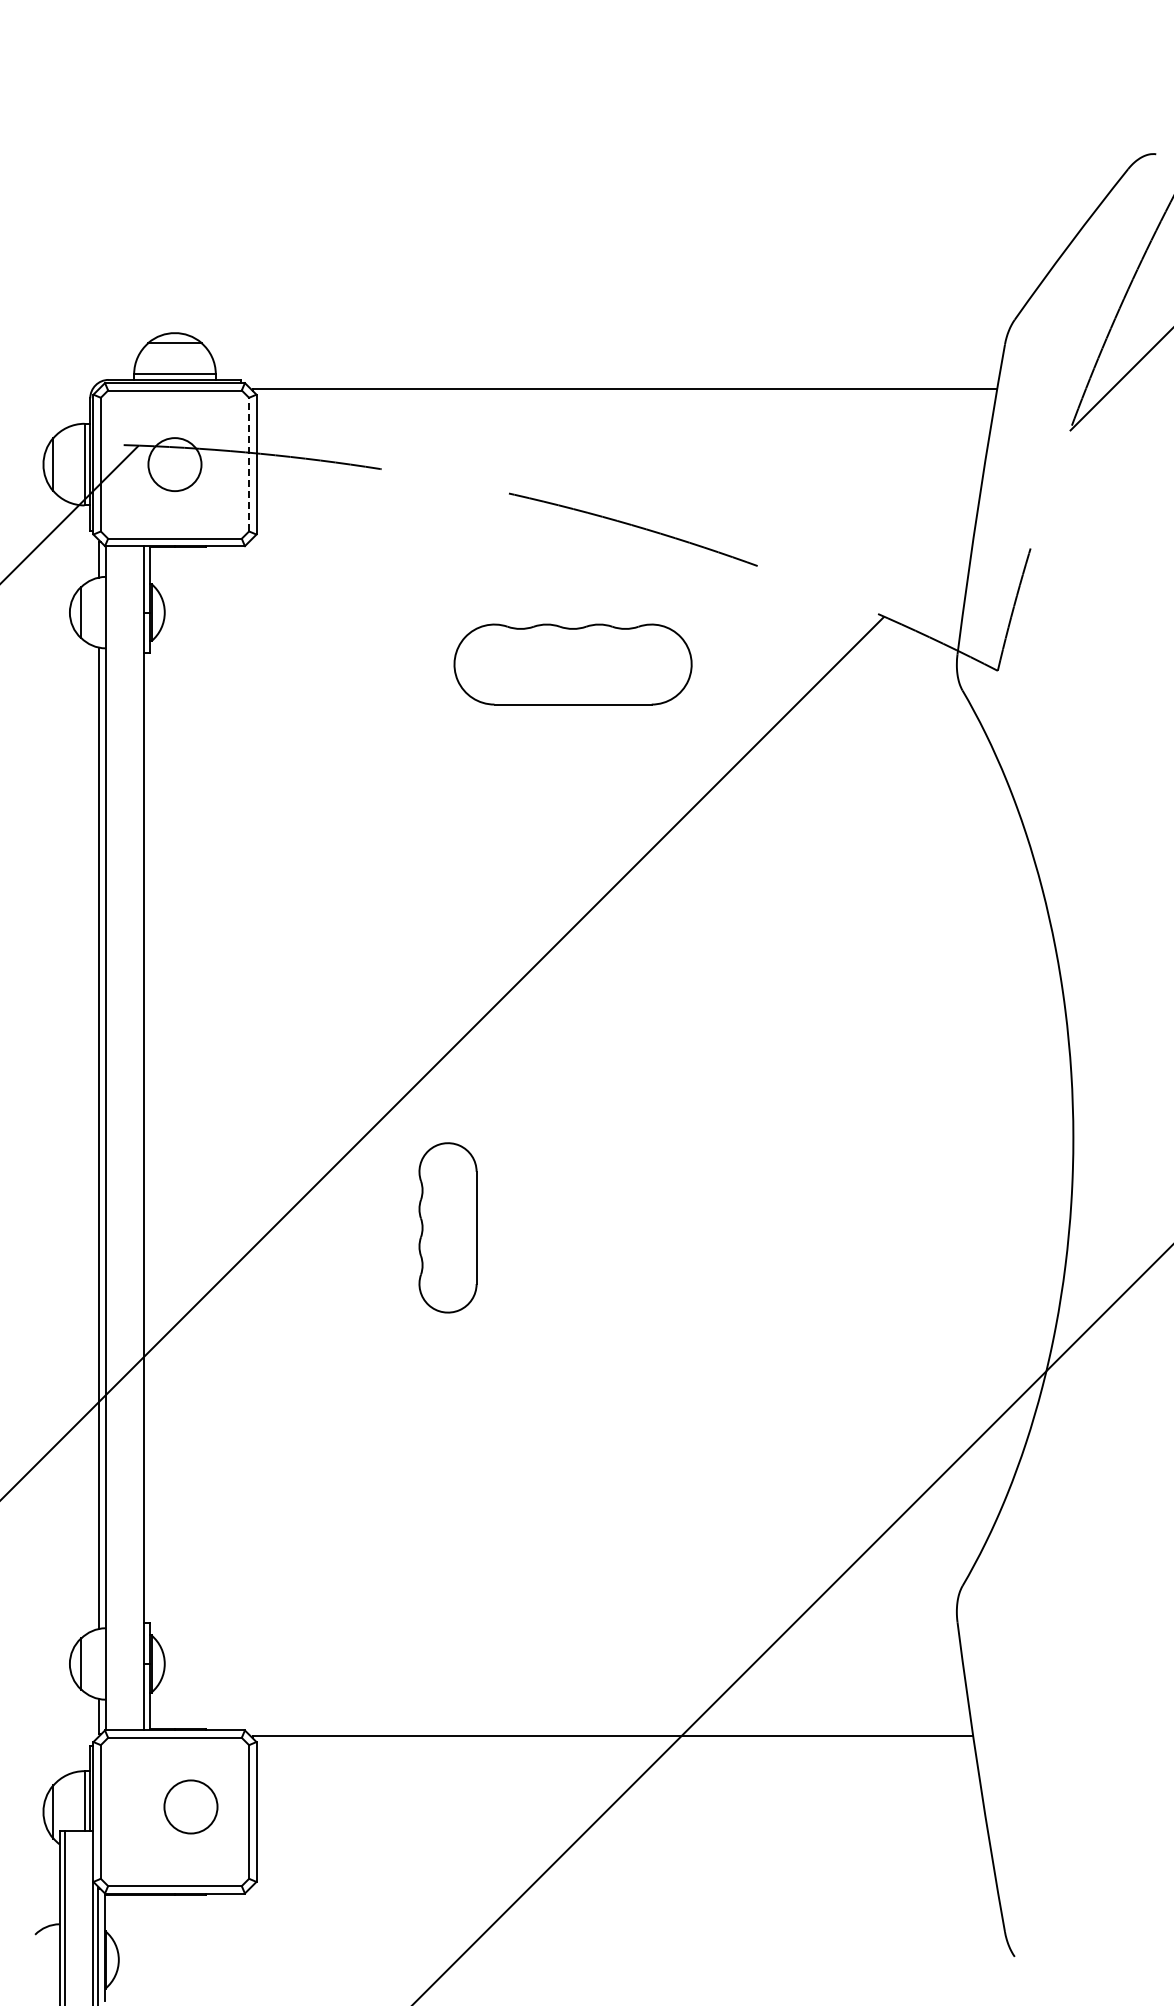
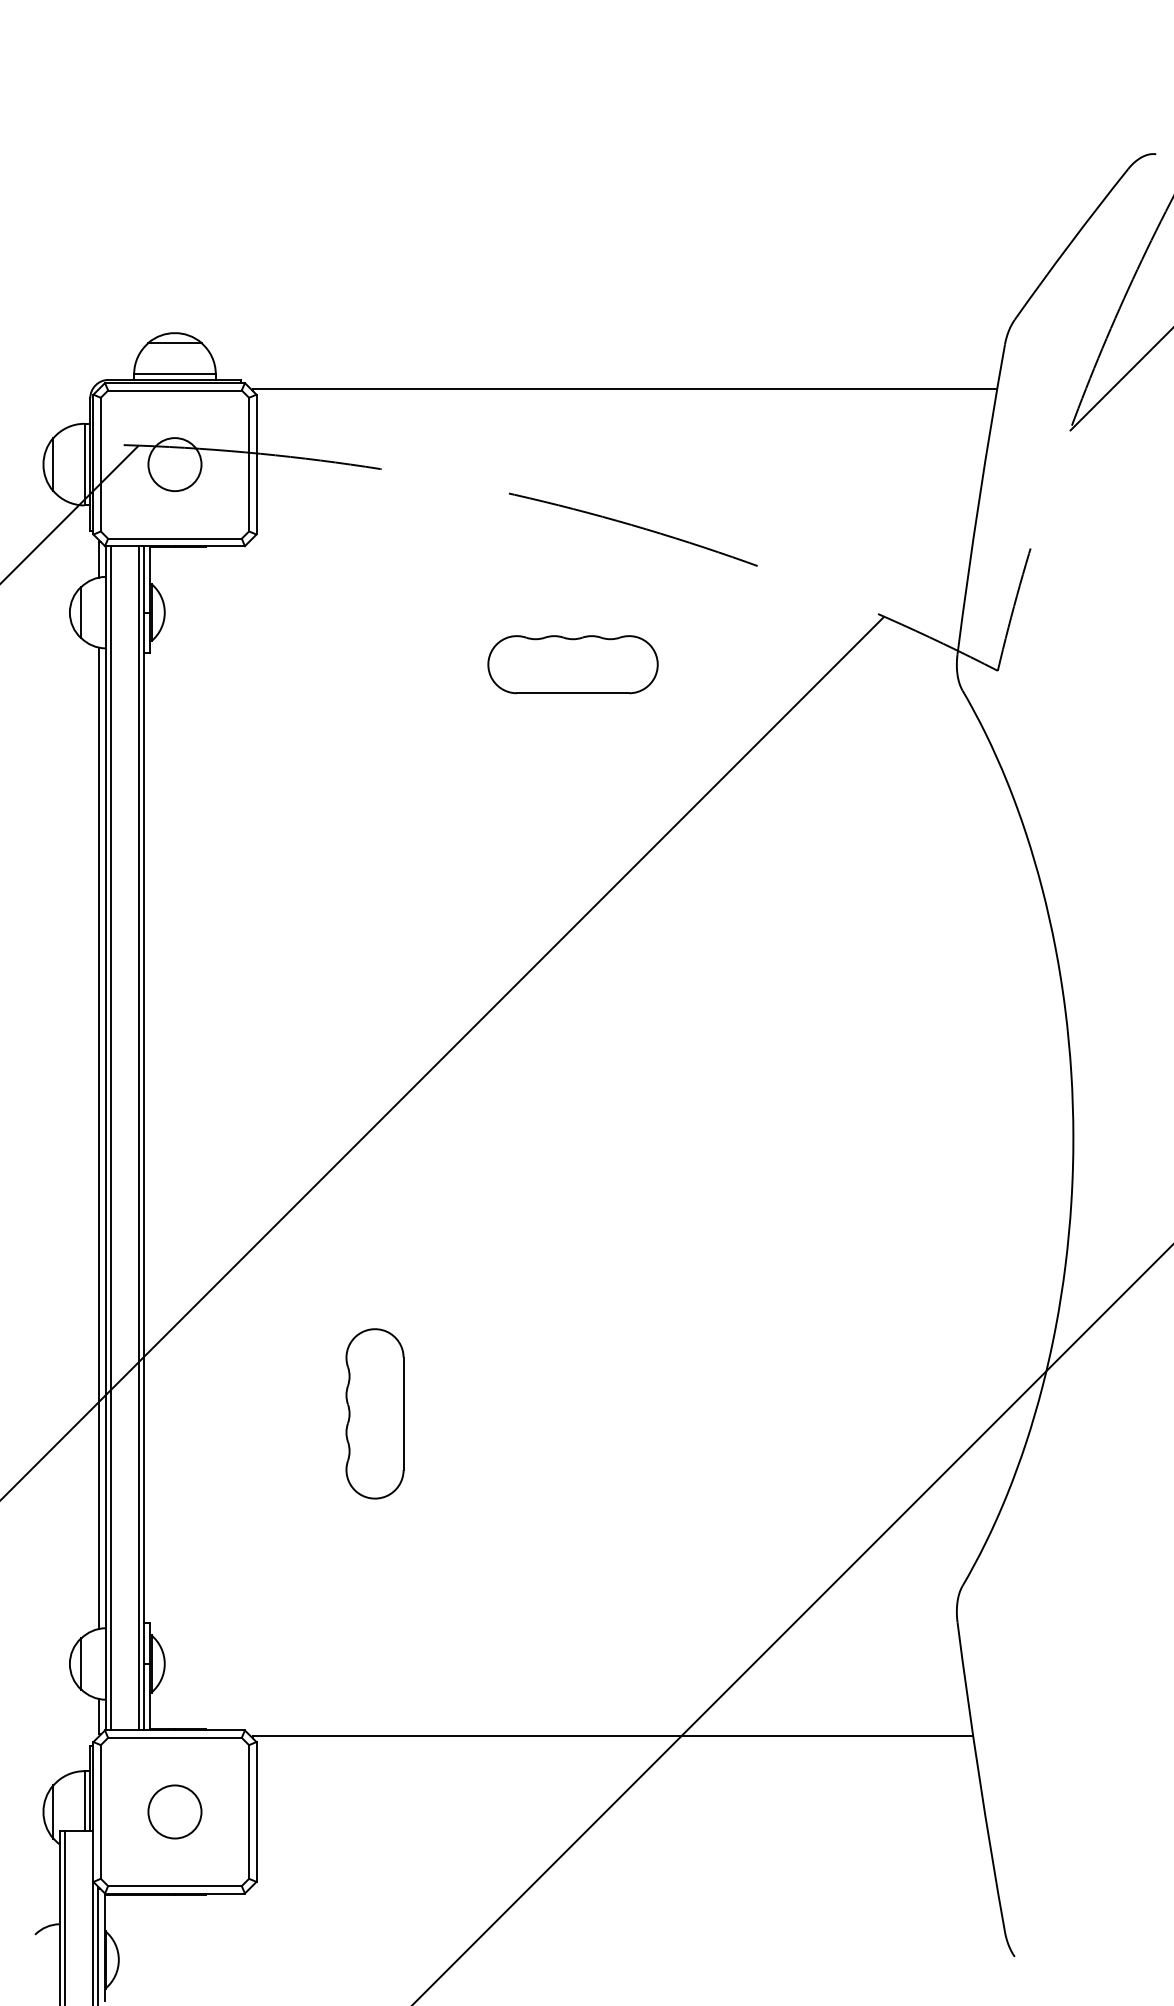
line at (249, 464): dashed -> solid
part at (572, 664) size: 240x83 px -> 172x60 px
line at (110, 1138): none -> present
line at (139, 1138): none -> present
part at (447, 1227) position: (447, 1227) -> (374, 1413)
circle at (190, 1806) position: (190, 1806) -> (174, 1811)
